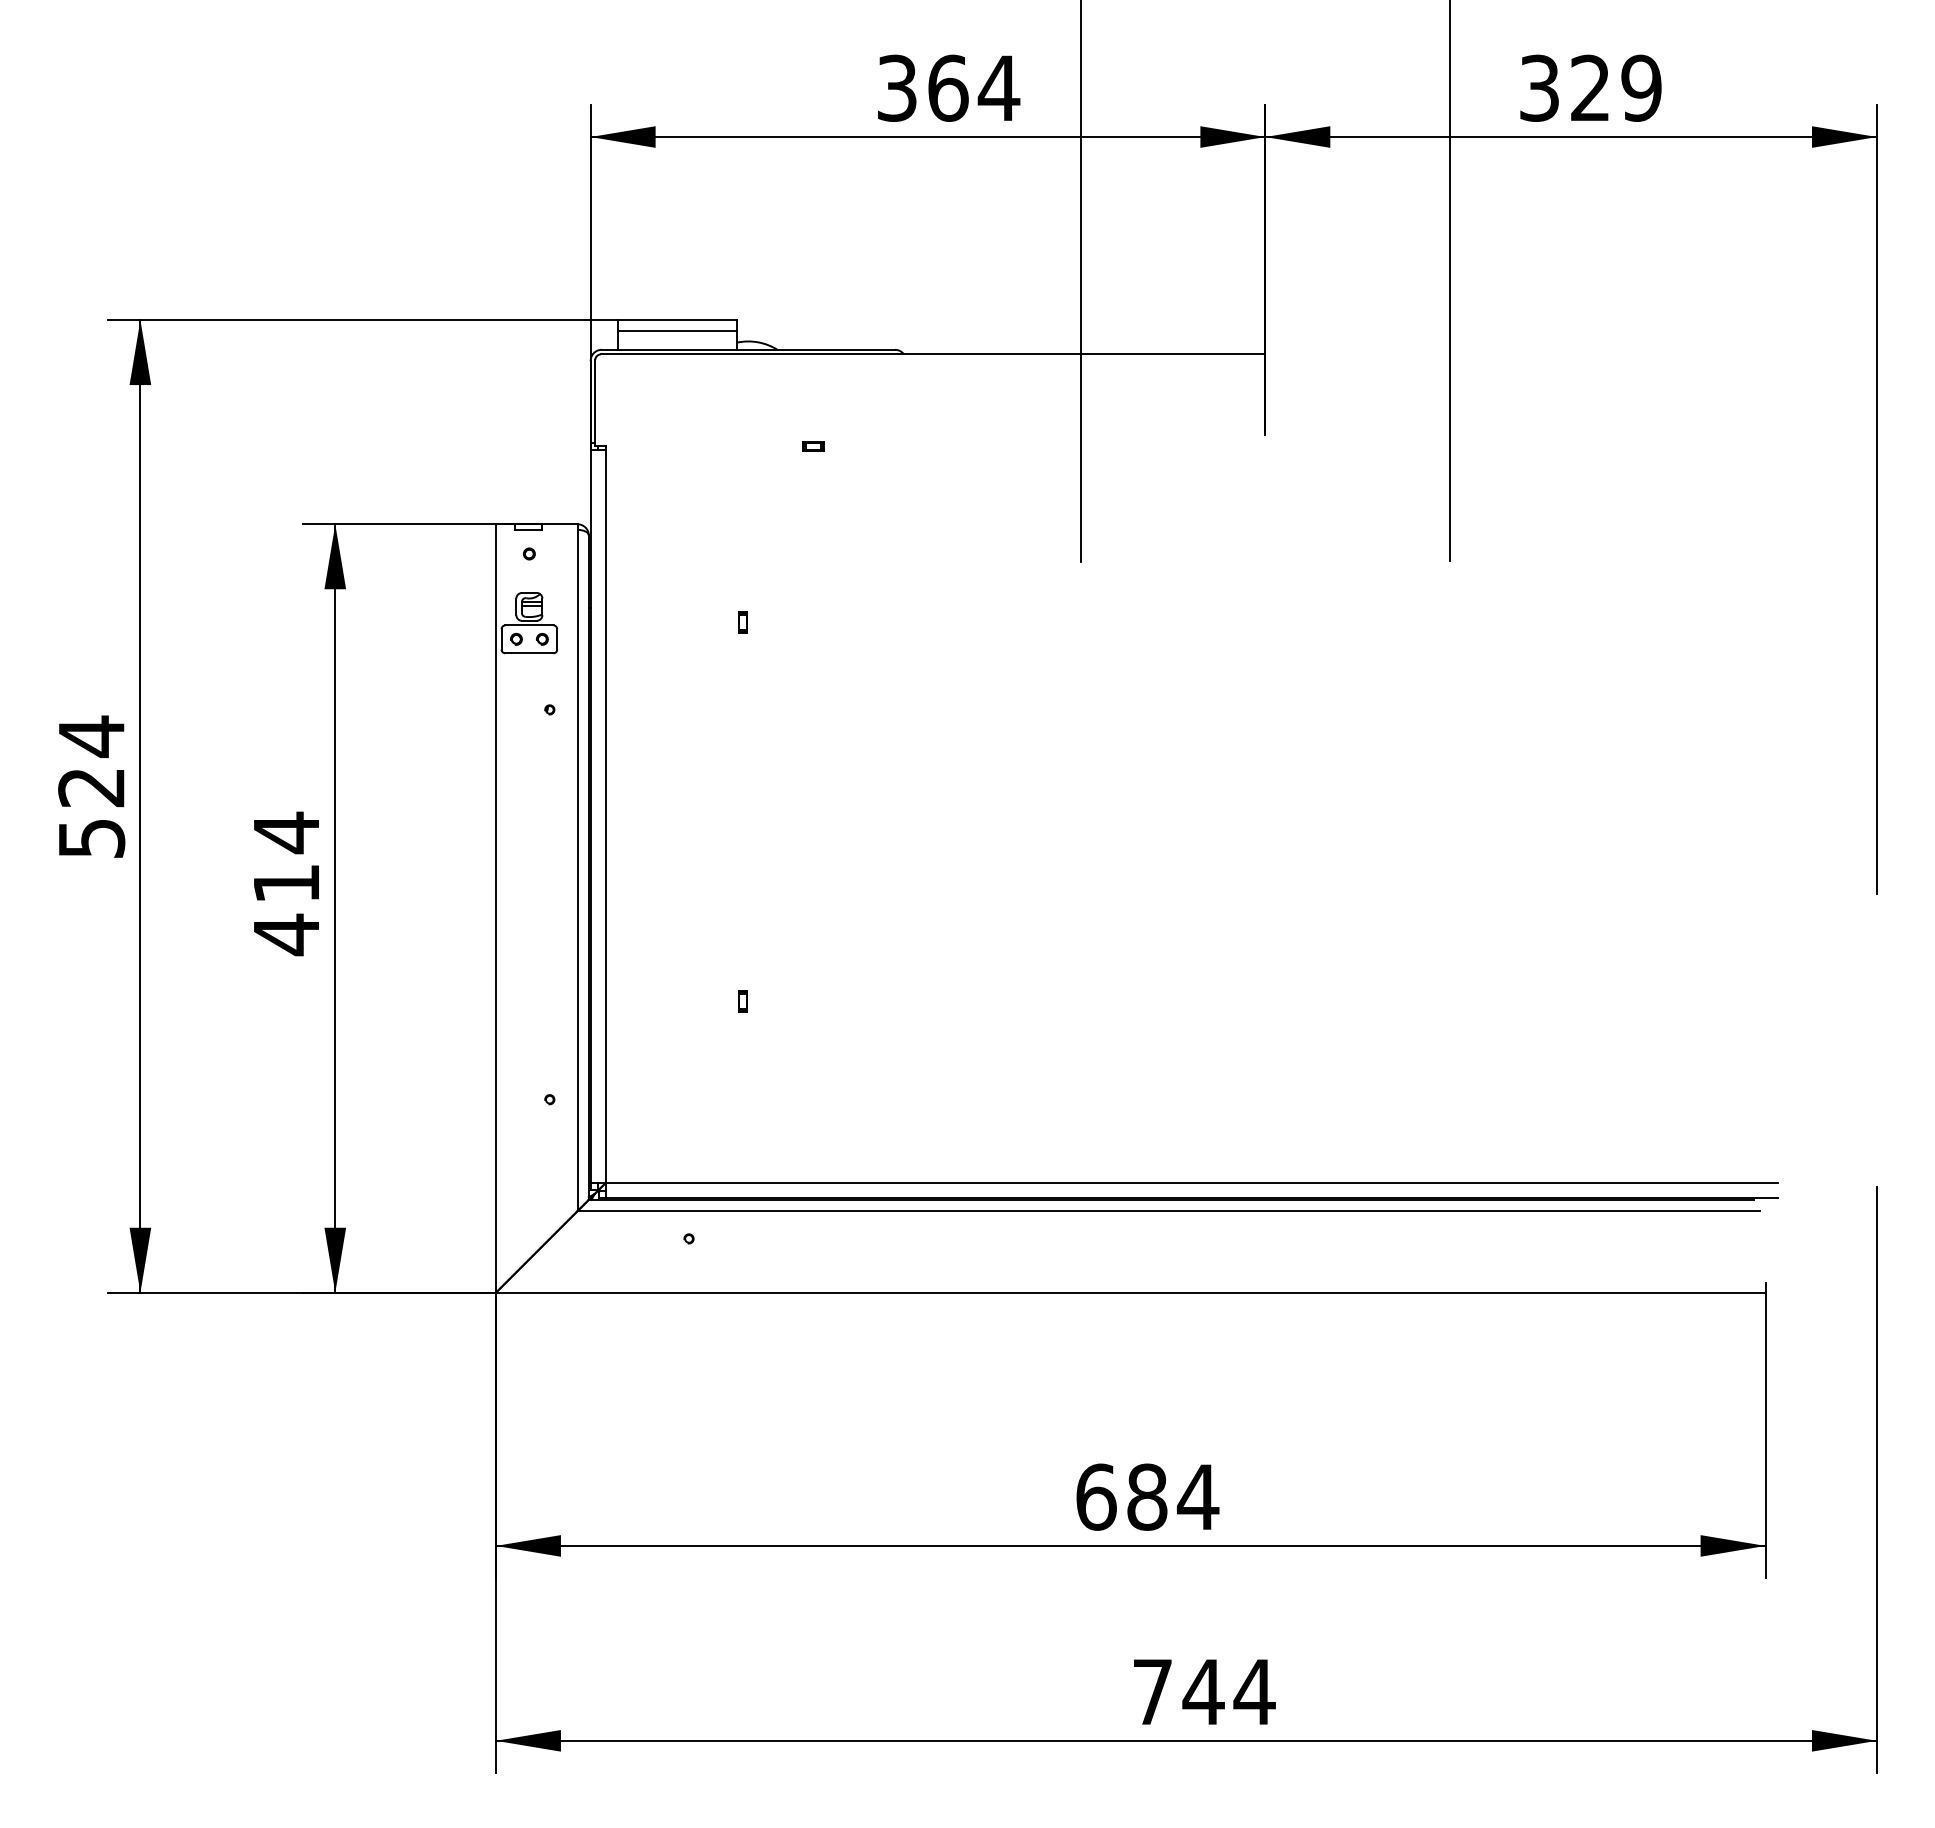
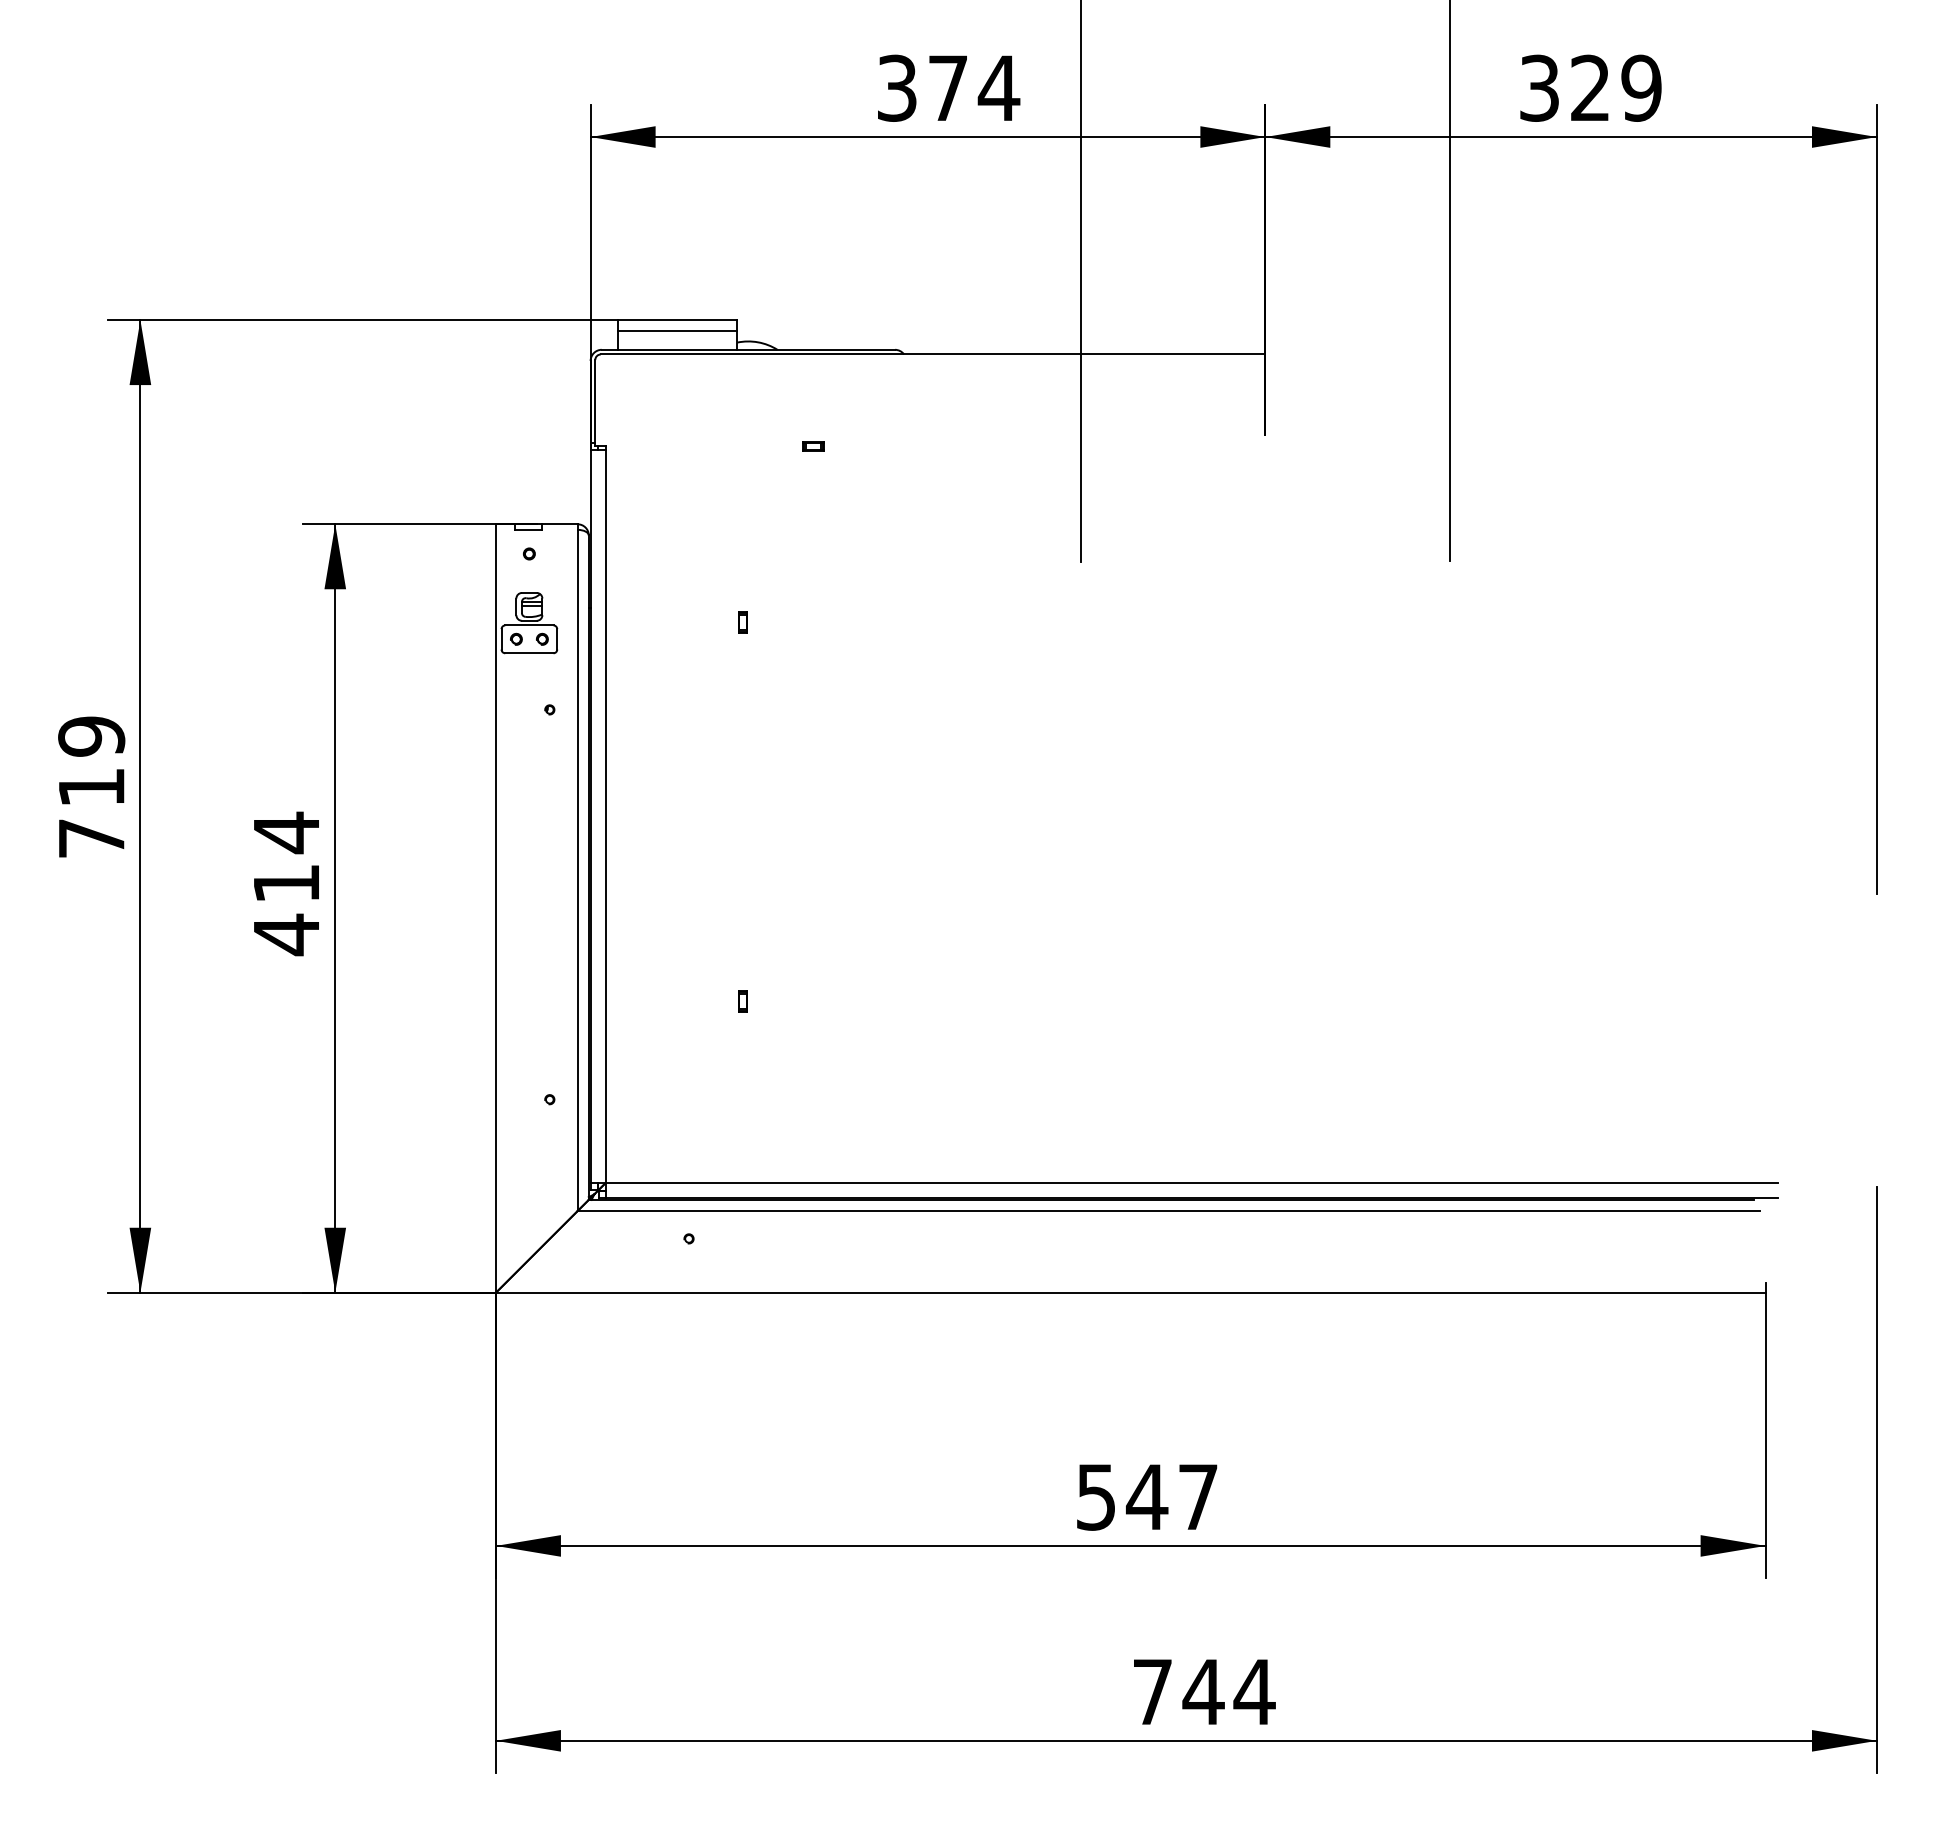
text at (948, 87): 364 -> 374
text at (91, 786): 524 -> 719
text at (1147, 1496): 684 -> 547
